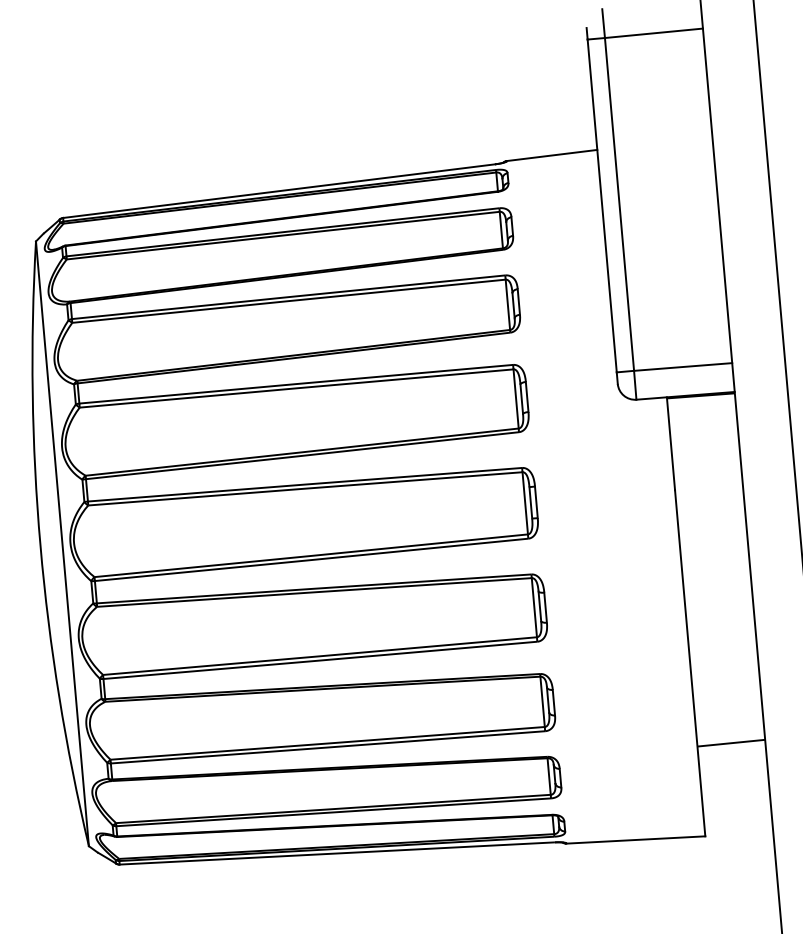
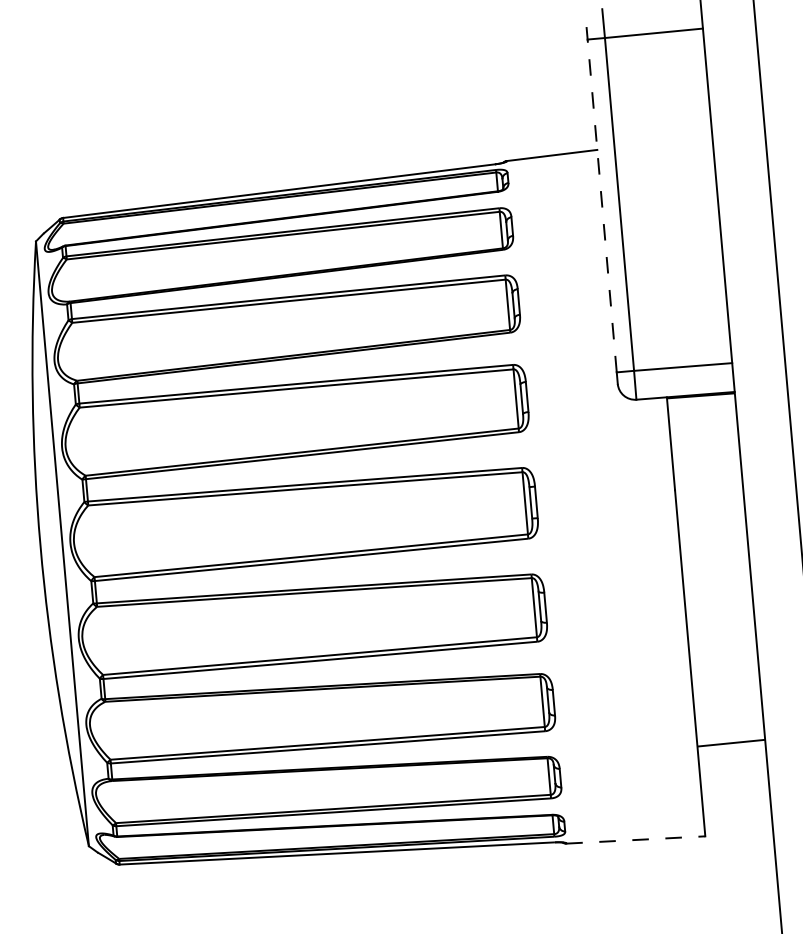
line at (602, 205): solid -> dashed
line at (635, 839): solid -> dashed
